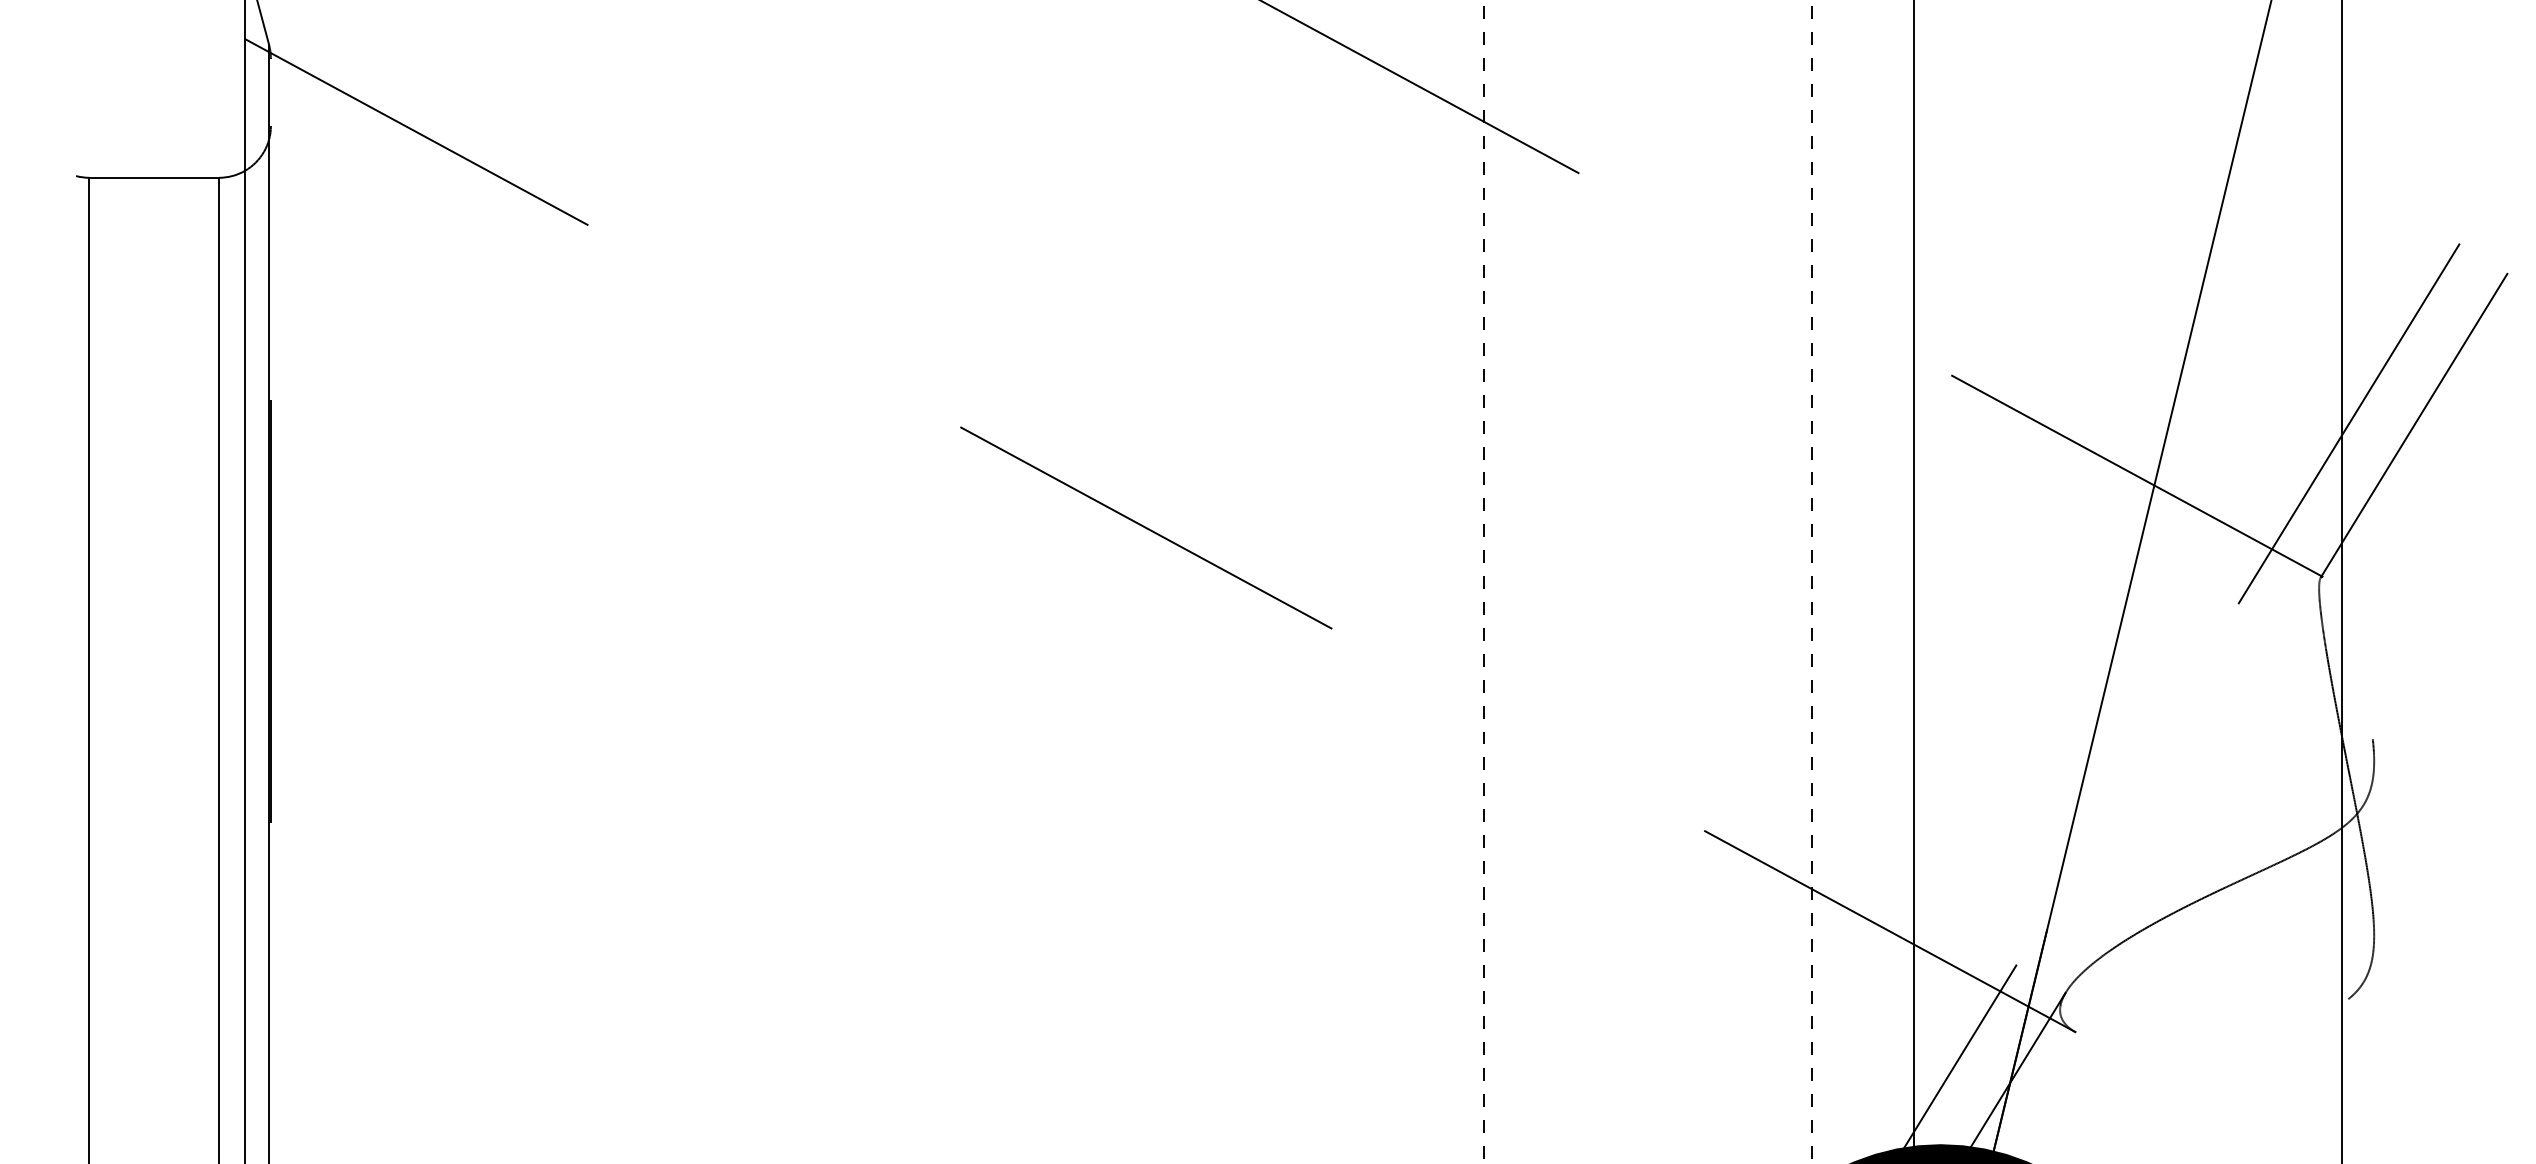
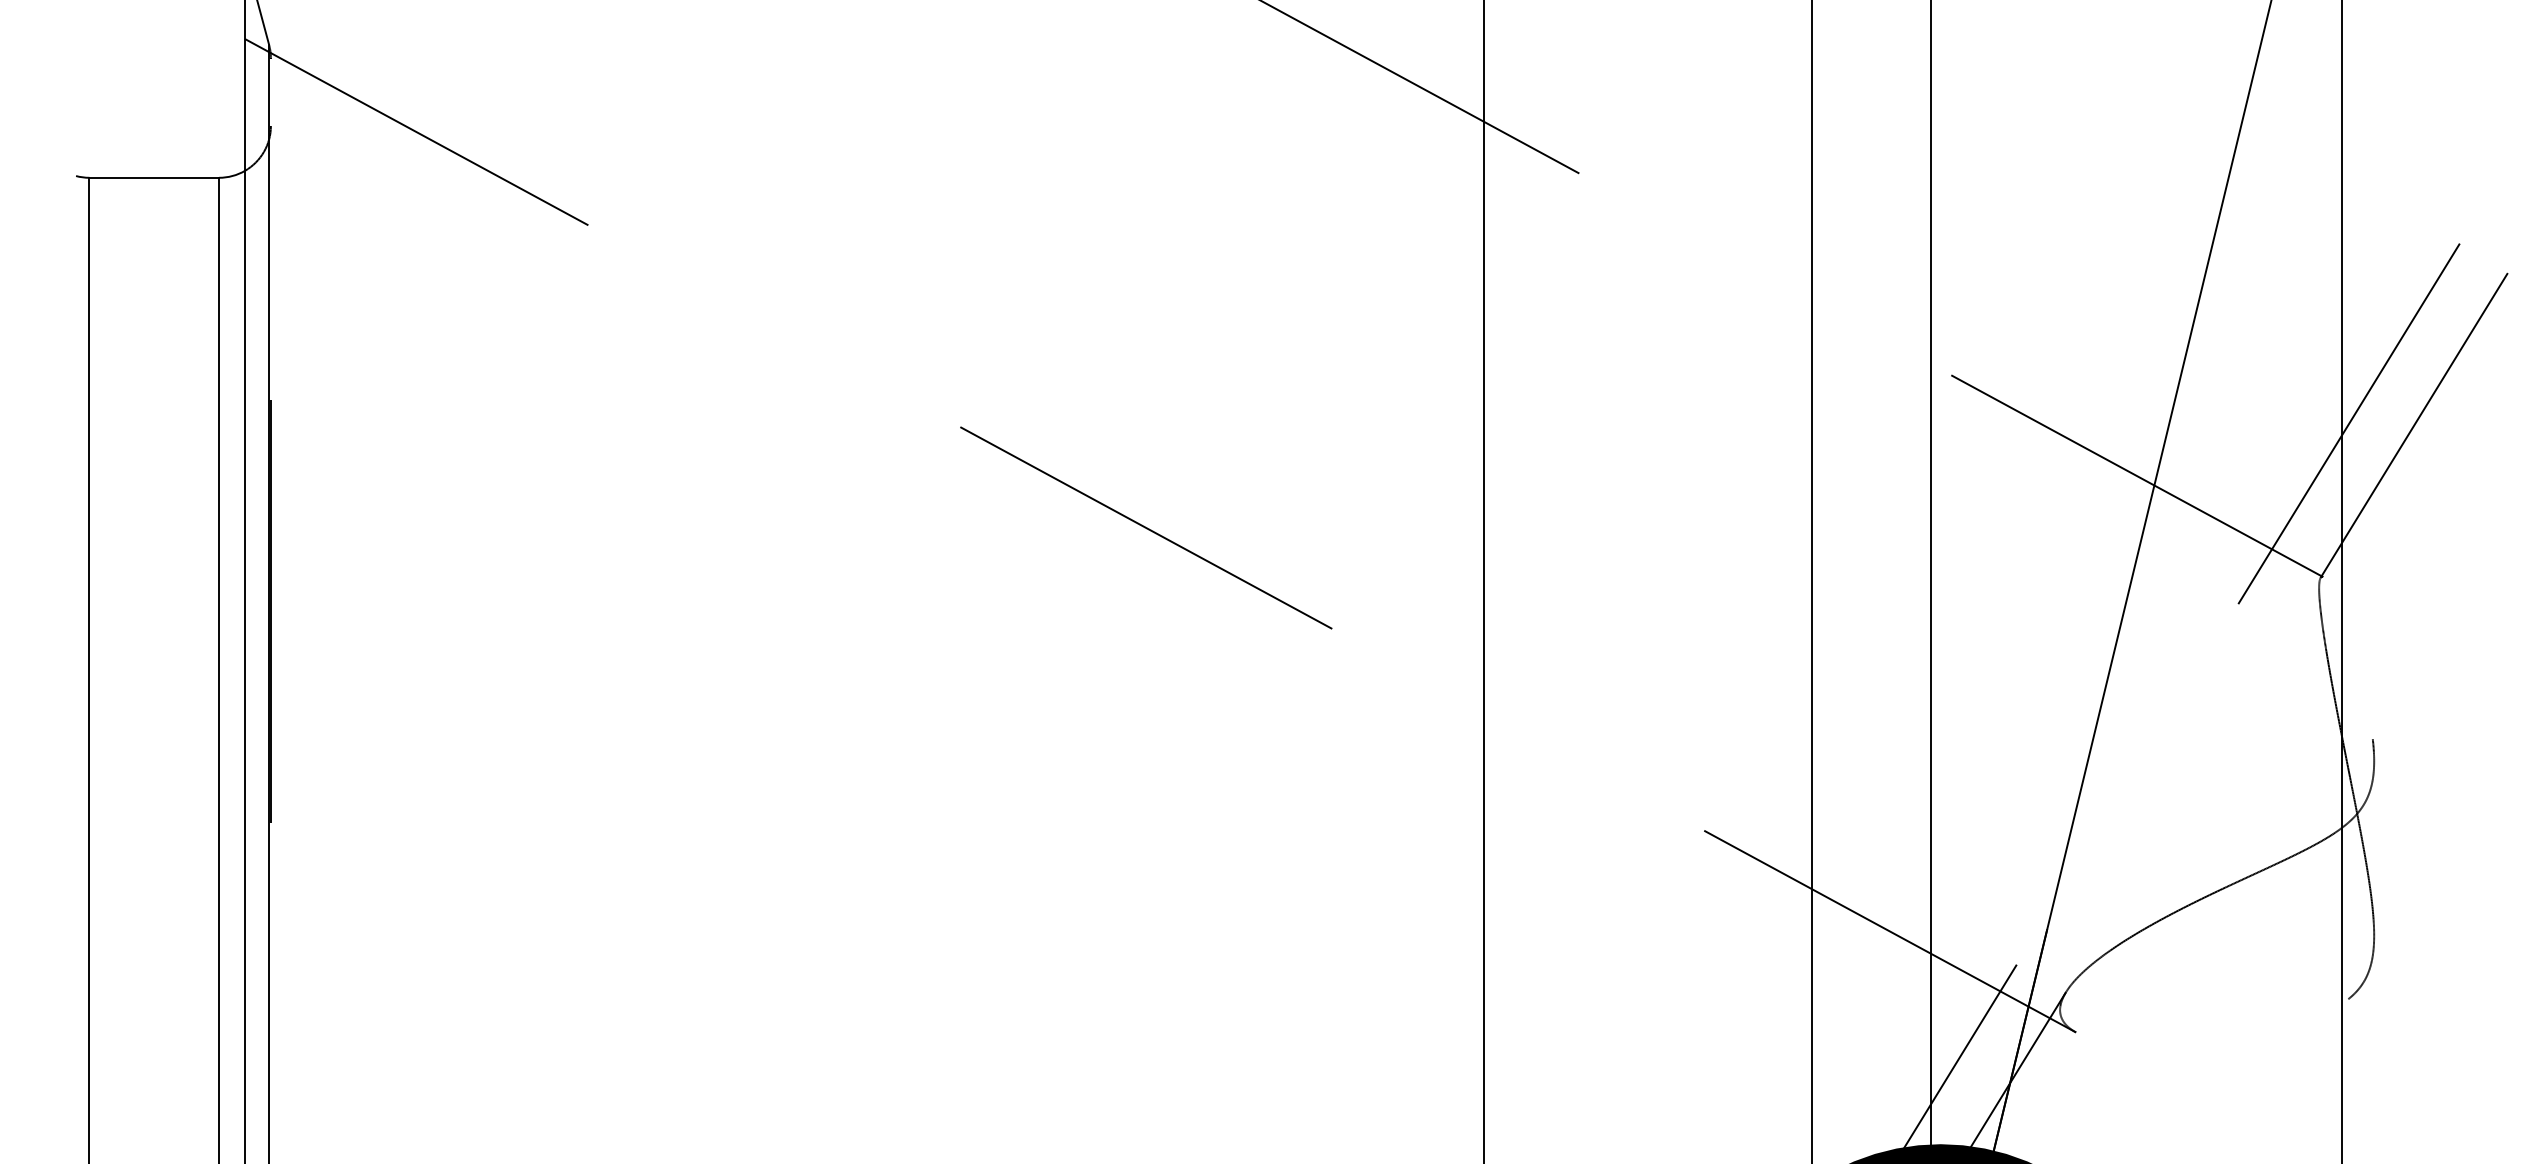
line at (1484, 581): dashed -> solid
line at (1812, 581): dashed -> solid
line at (1913, 581) position: (1913, 581) -> (1930, 581)
